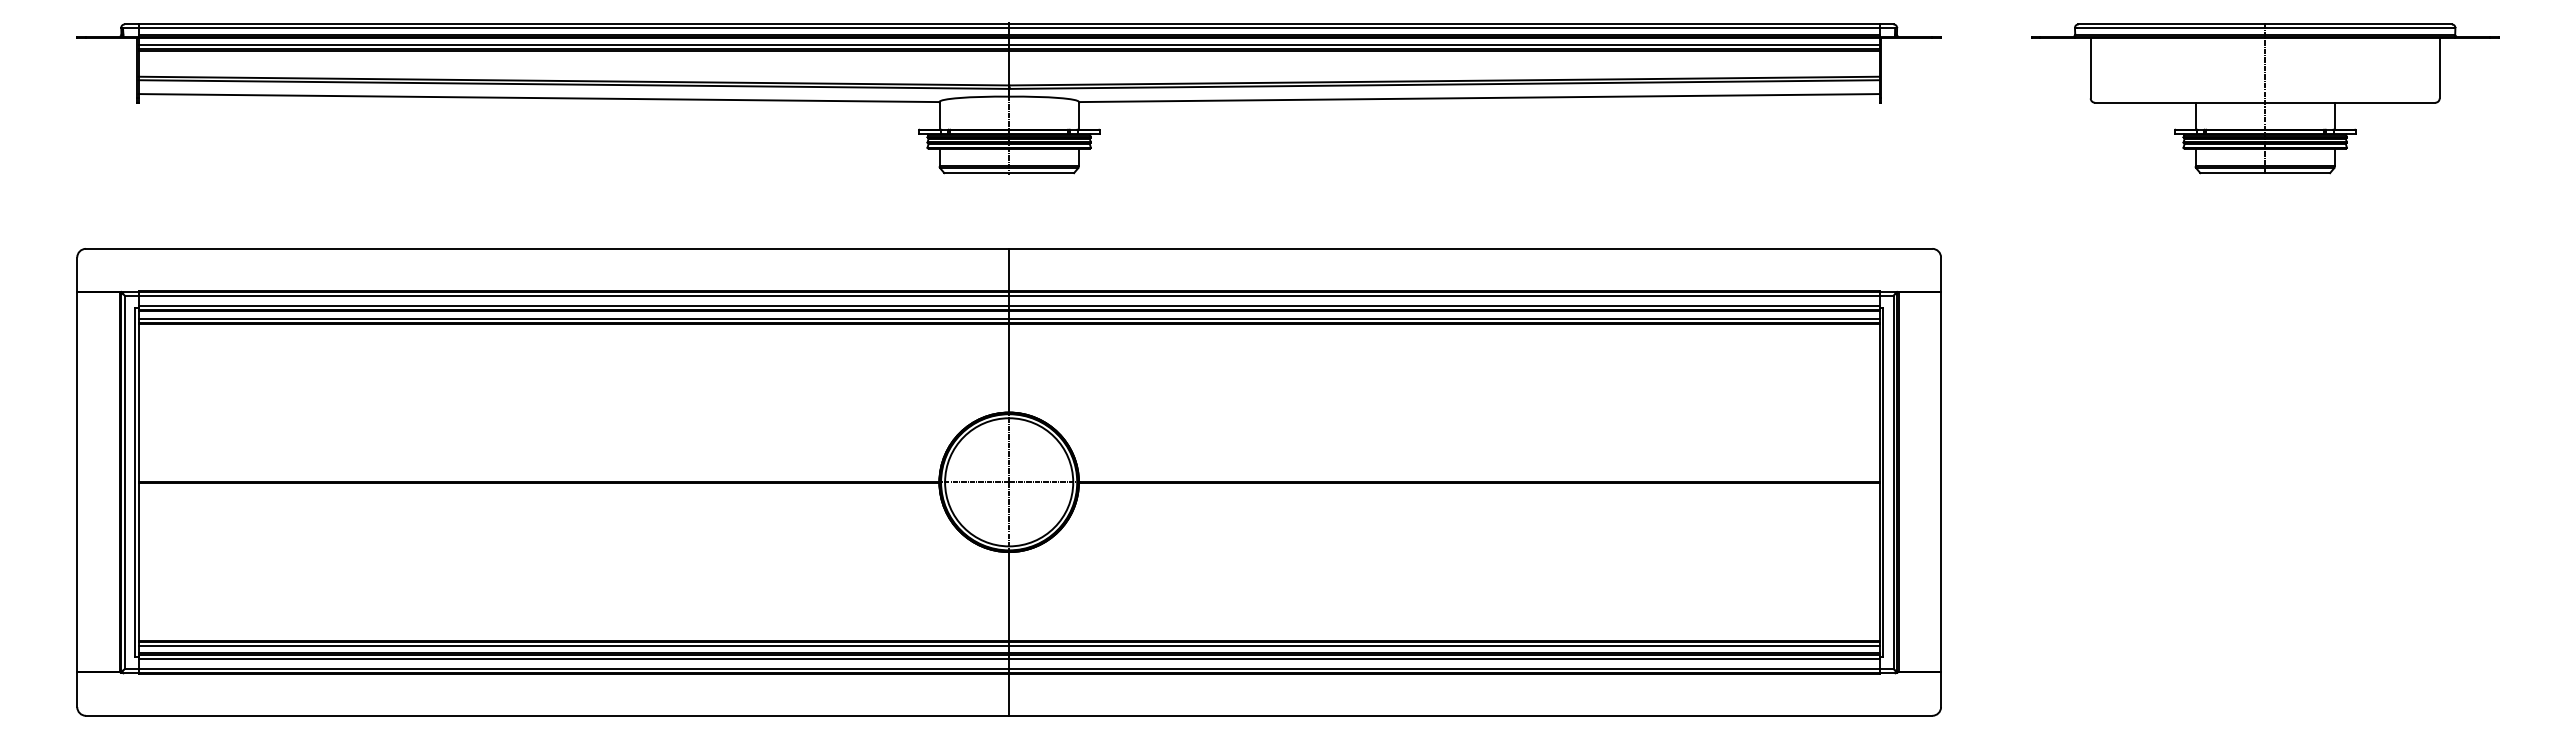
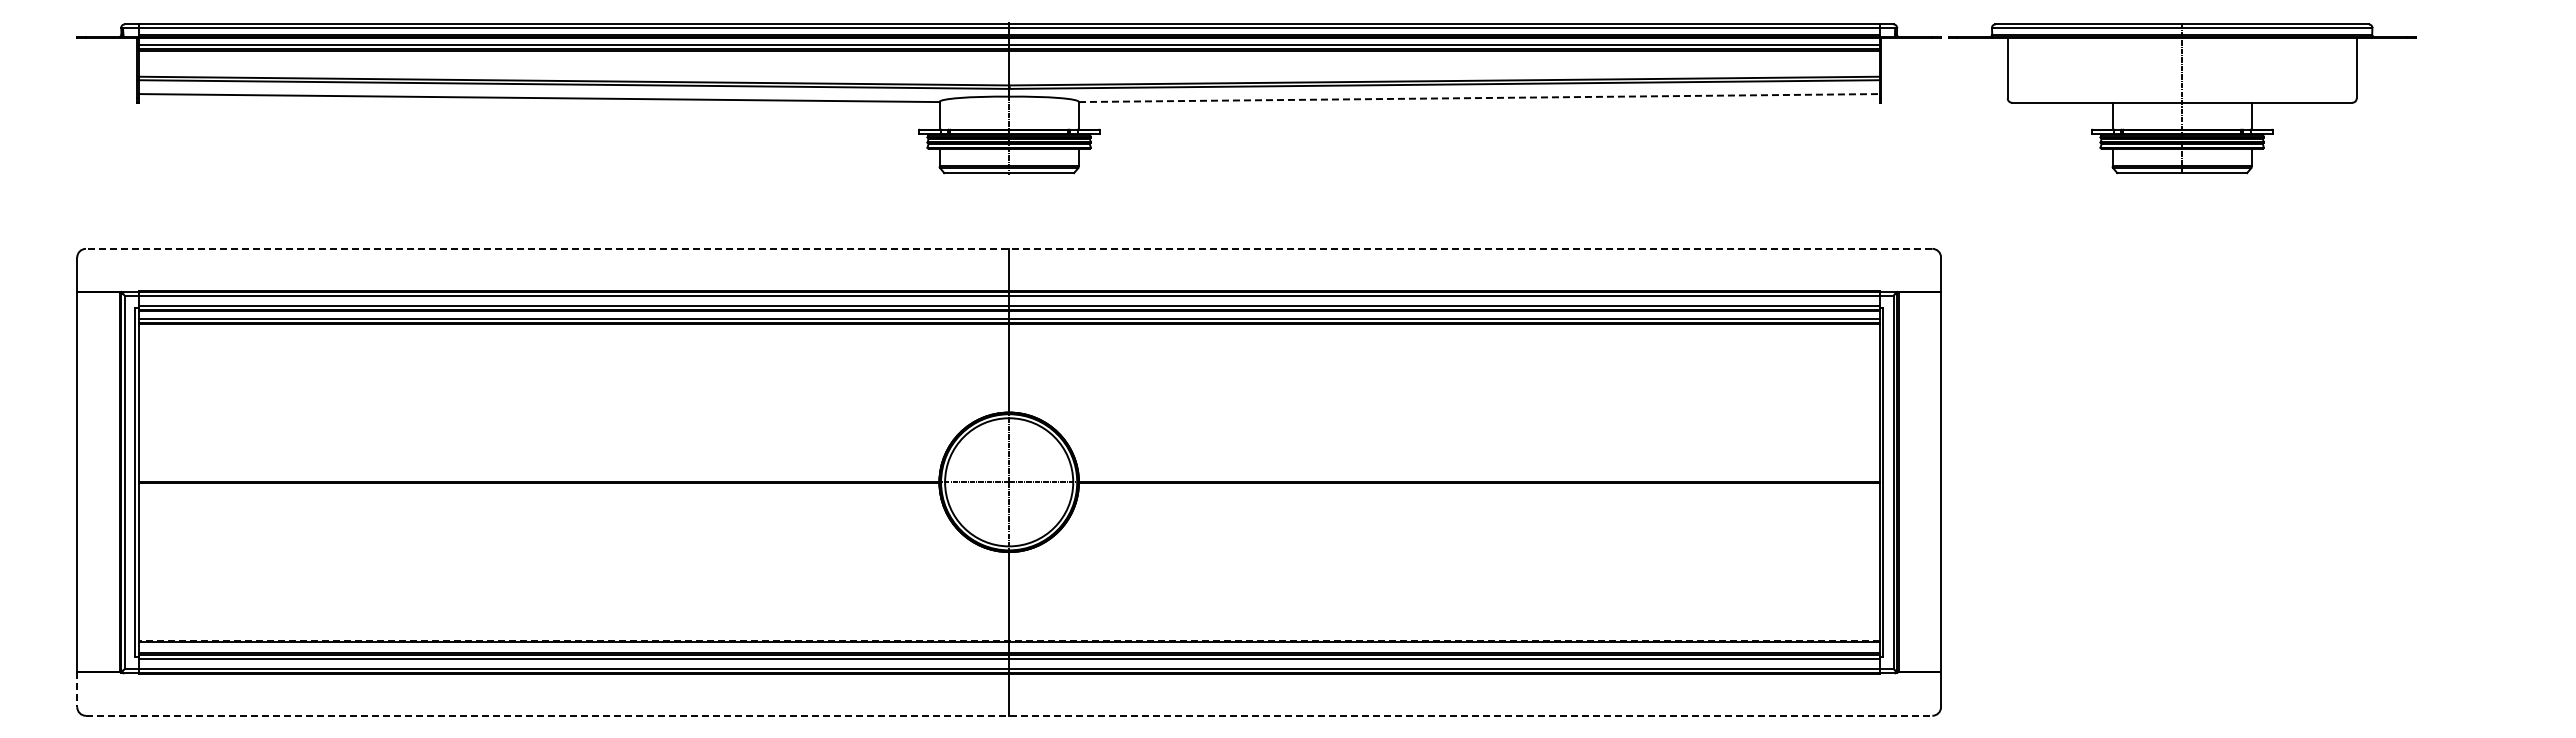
line at (1479, 98): solid -> dashed
part at (2265, 98) position: (2265, 98) -> (2182, 98)
line at (1008, 248): solid -> dashed
line at (1009, 640): solid -> dashed
line at (1008, 645): present -> none
line at (77, 690): solid -> dashed
line at (1009, 715): solid -> dashed
